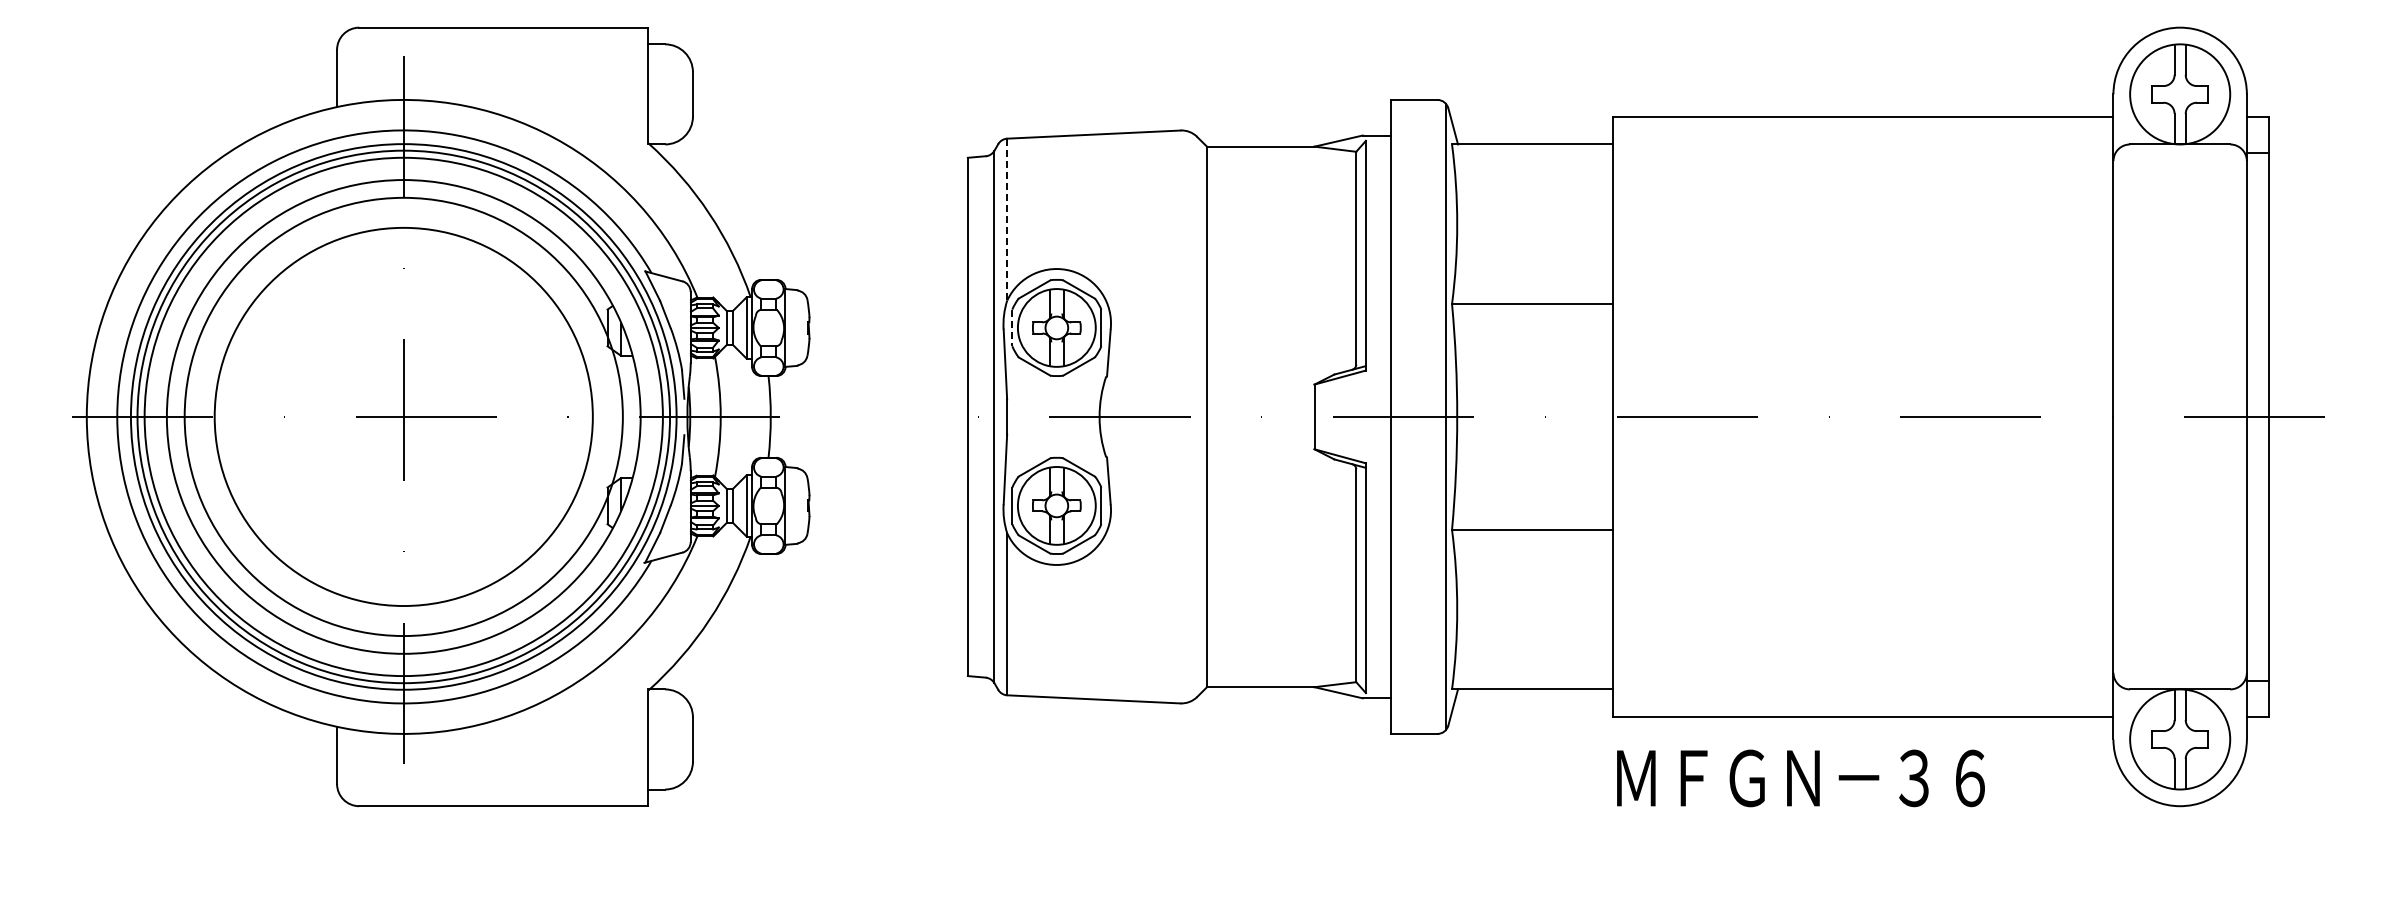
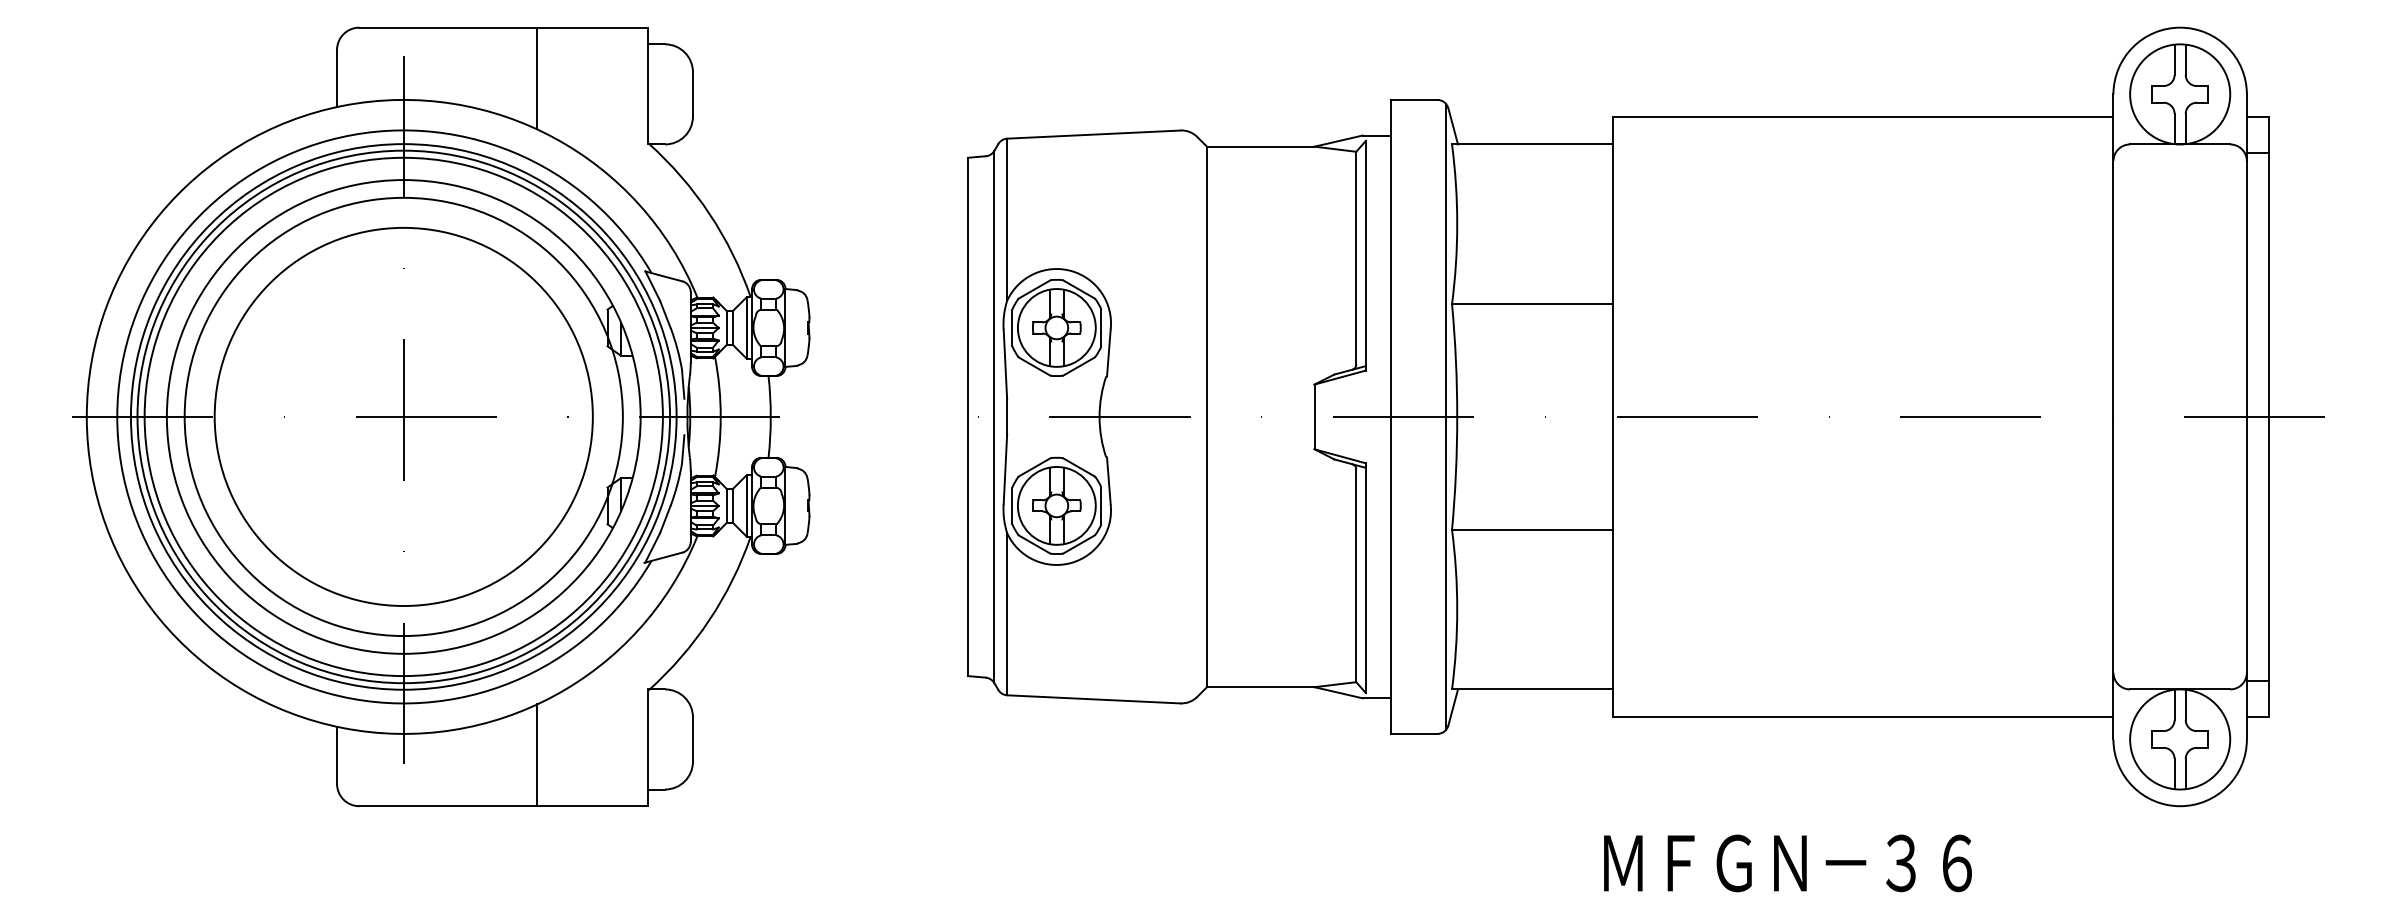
line at (537, 78): none -> present
line at (1007, 219): dashed -> solid
line at (1012, 328): dashed -> solid
line at (537, 755): none -> present
text at (1800, 778) position: (1800, 778) -> (1787, 863)
